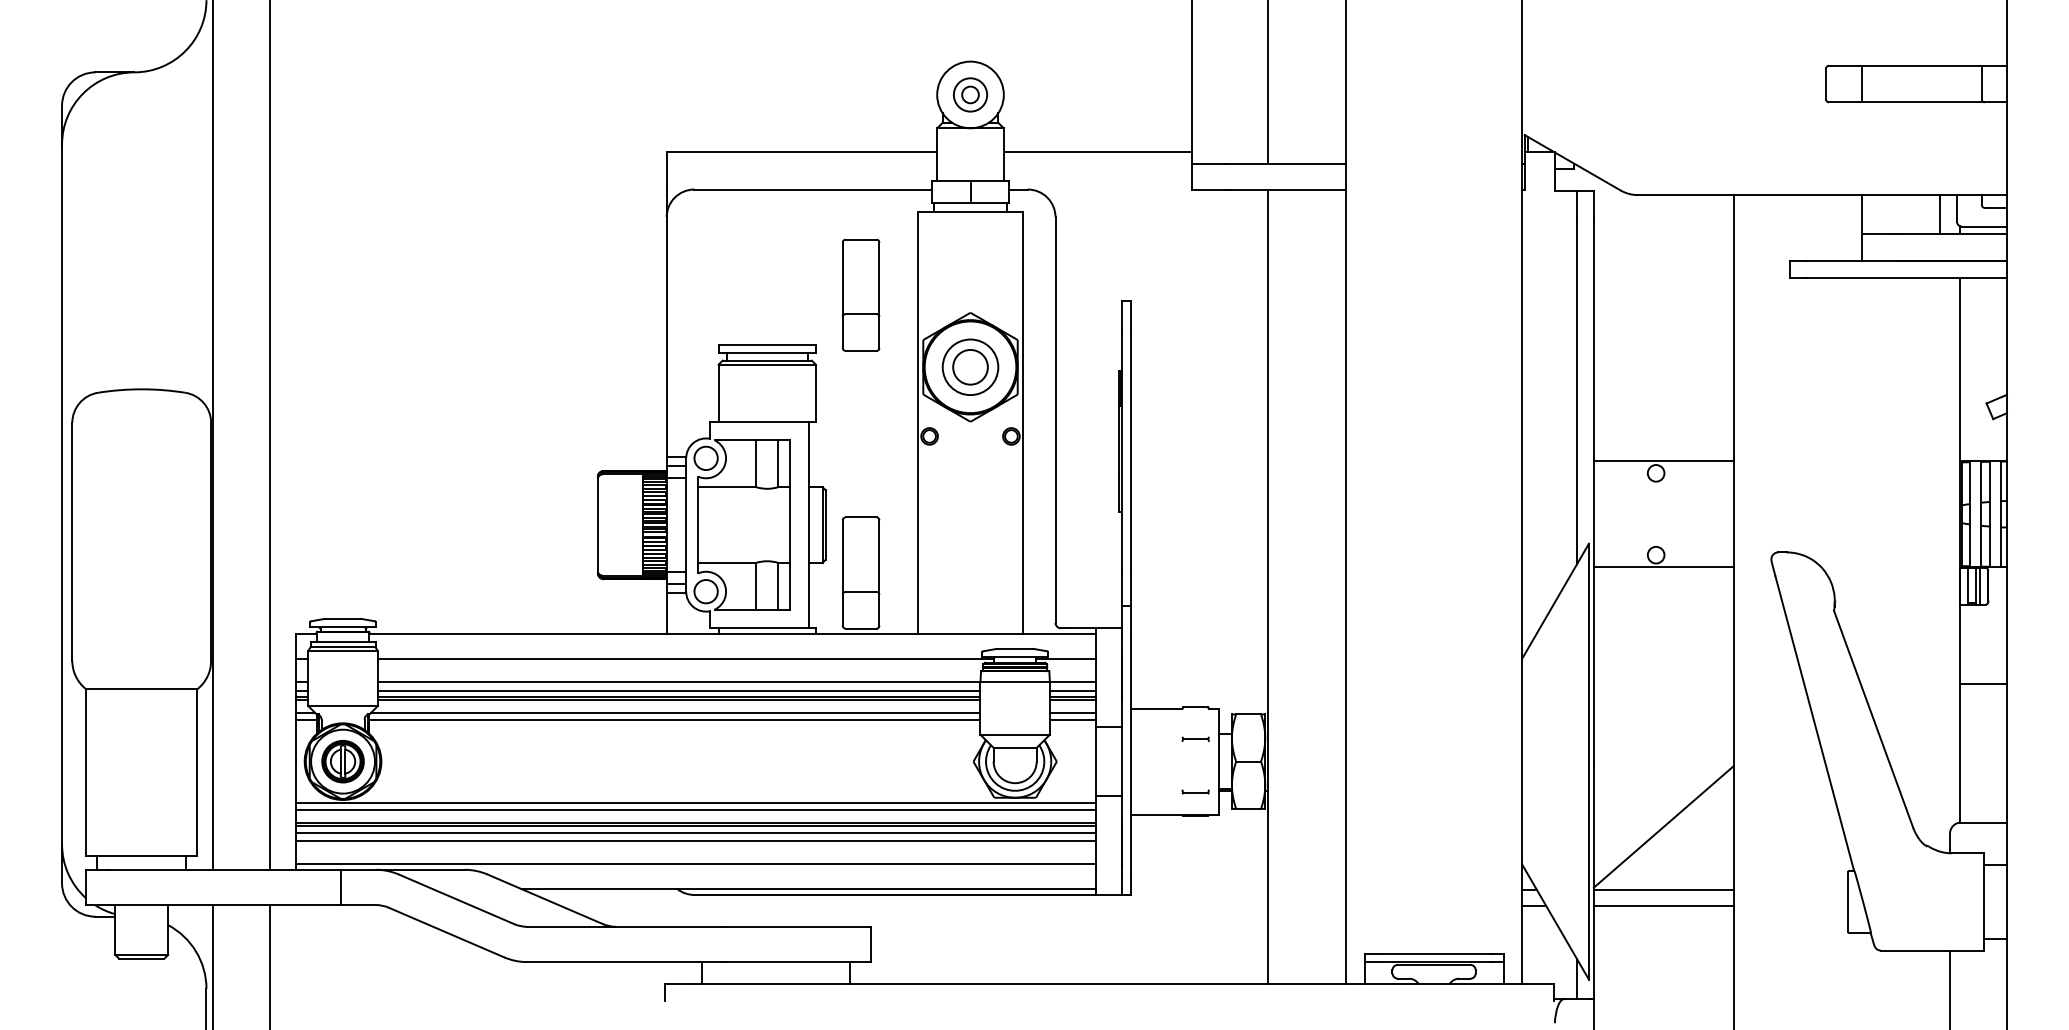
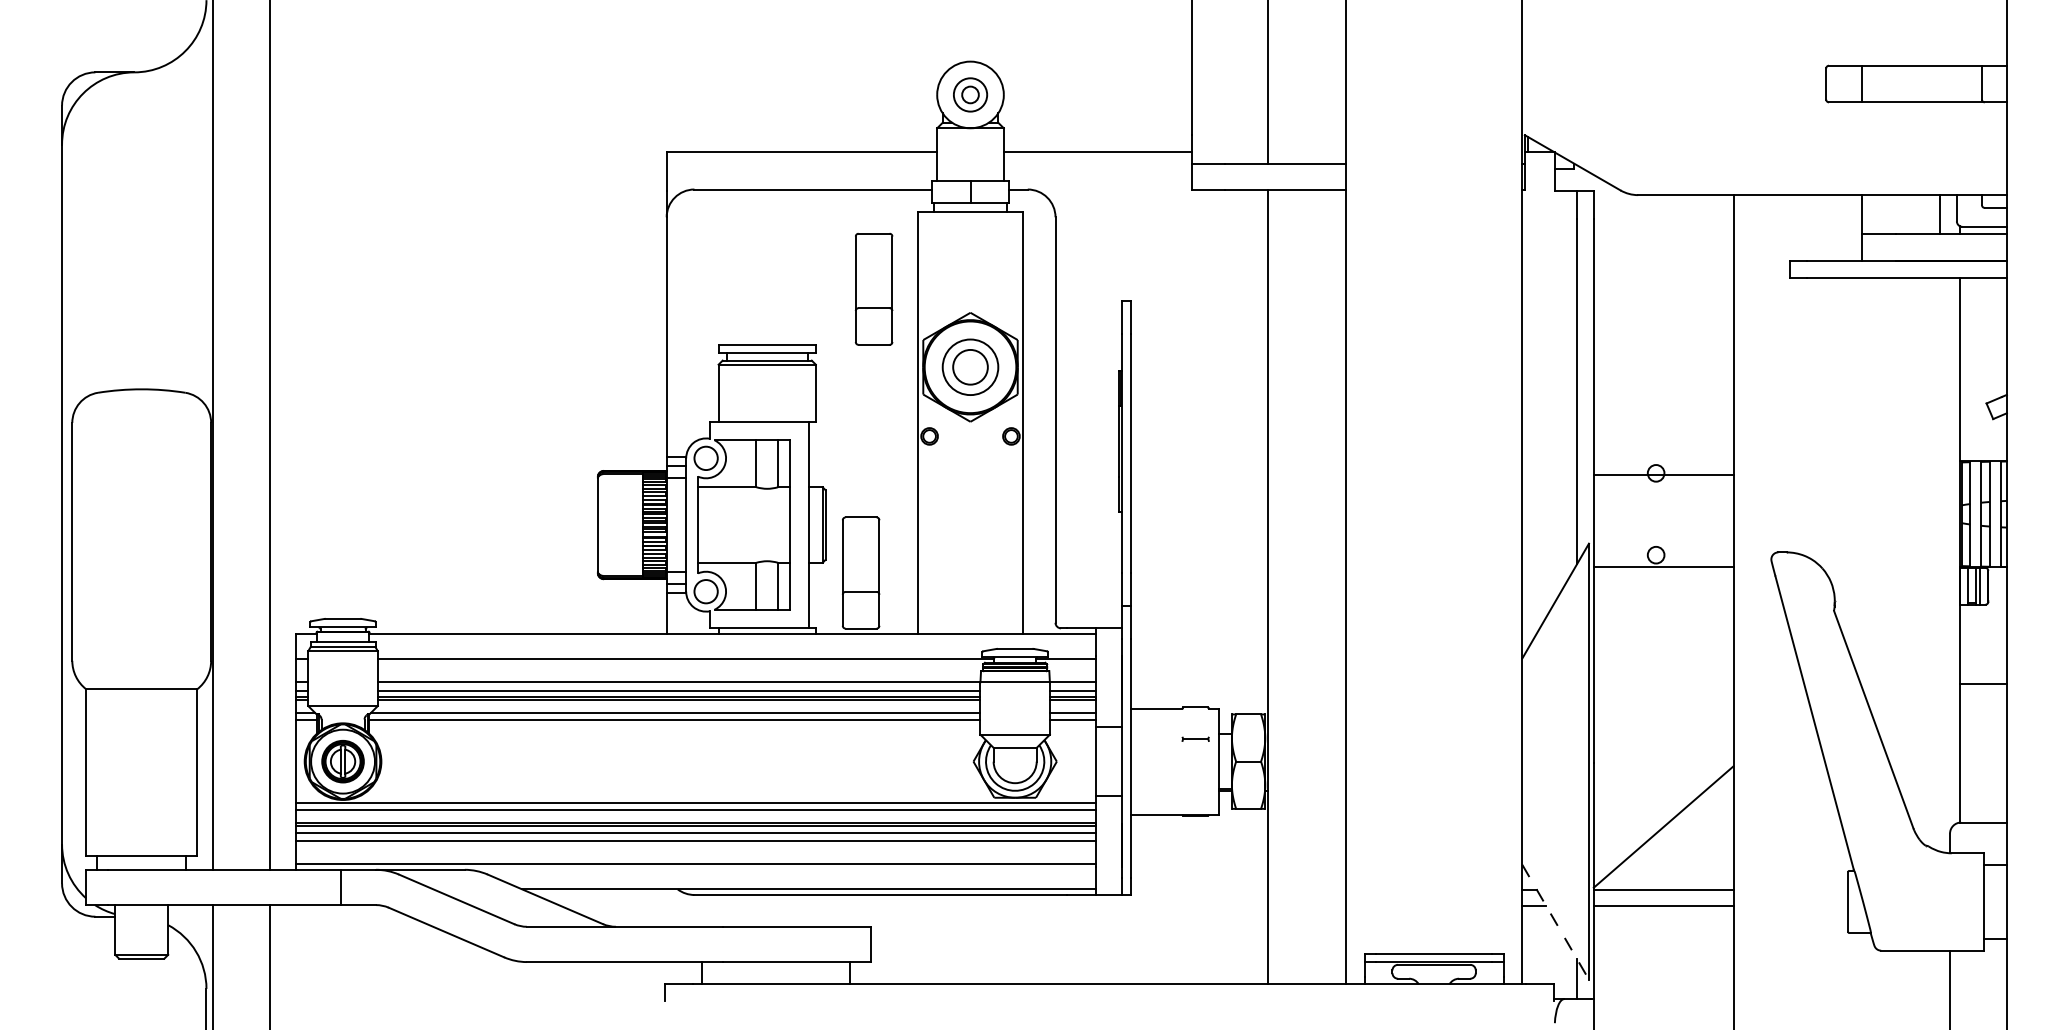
part at (860, 295) position: (860, 295) -> (873, 289)
line at (1663, 461) position: (1663, 461) -> (1663, 475)
part at (1195, 791): present -> none
line at (1555, 922): solid -> dashed
